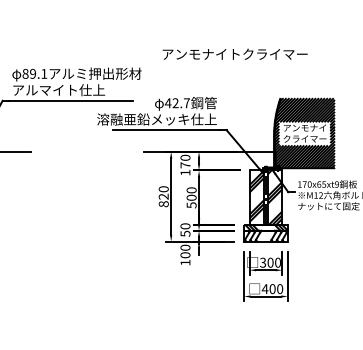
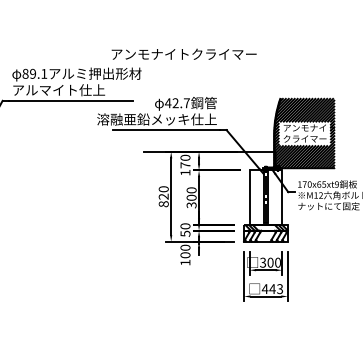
text at (234, 53) position: (234, 53) -> (183, 53)
line at (16, 151): present -> none
hatch at (265, 197): present -> none
text at (189, 204): 500 -> 300
text at (276, 289): 400 -> 443
